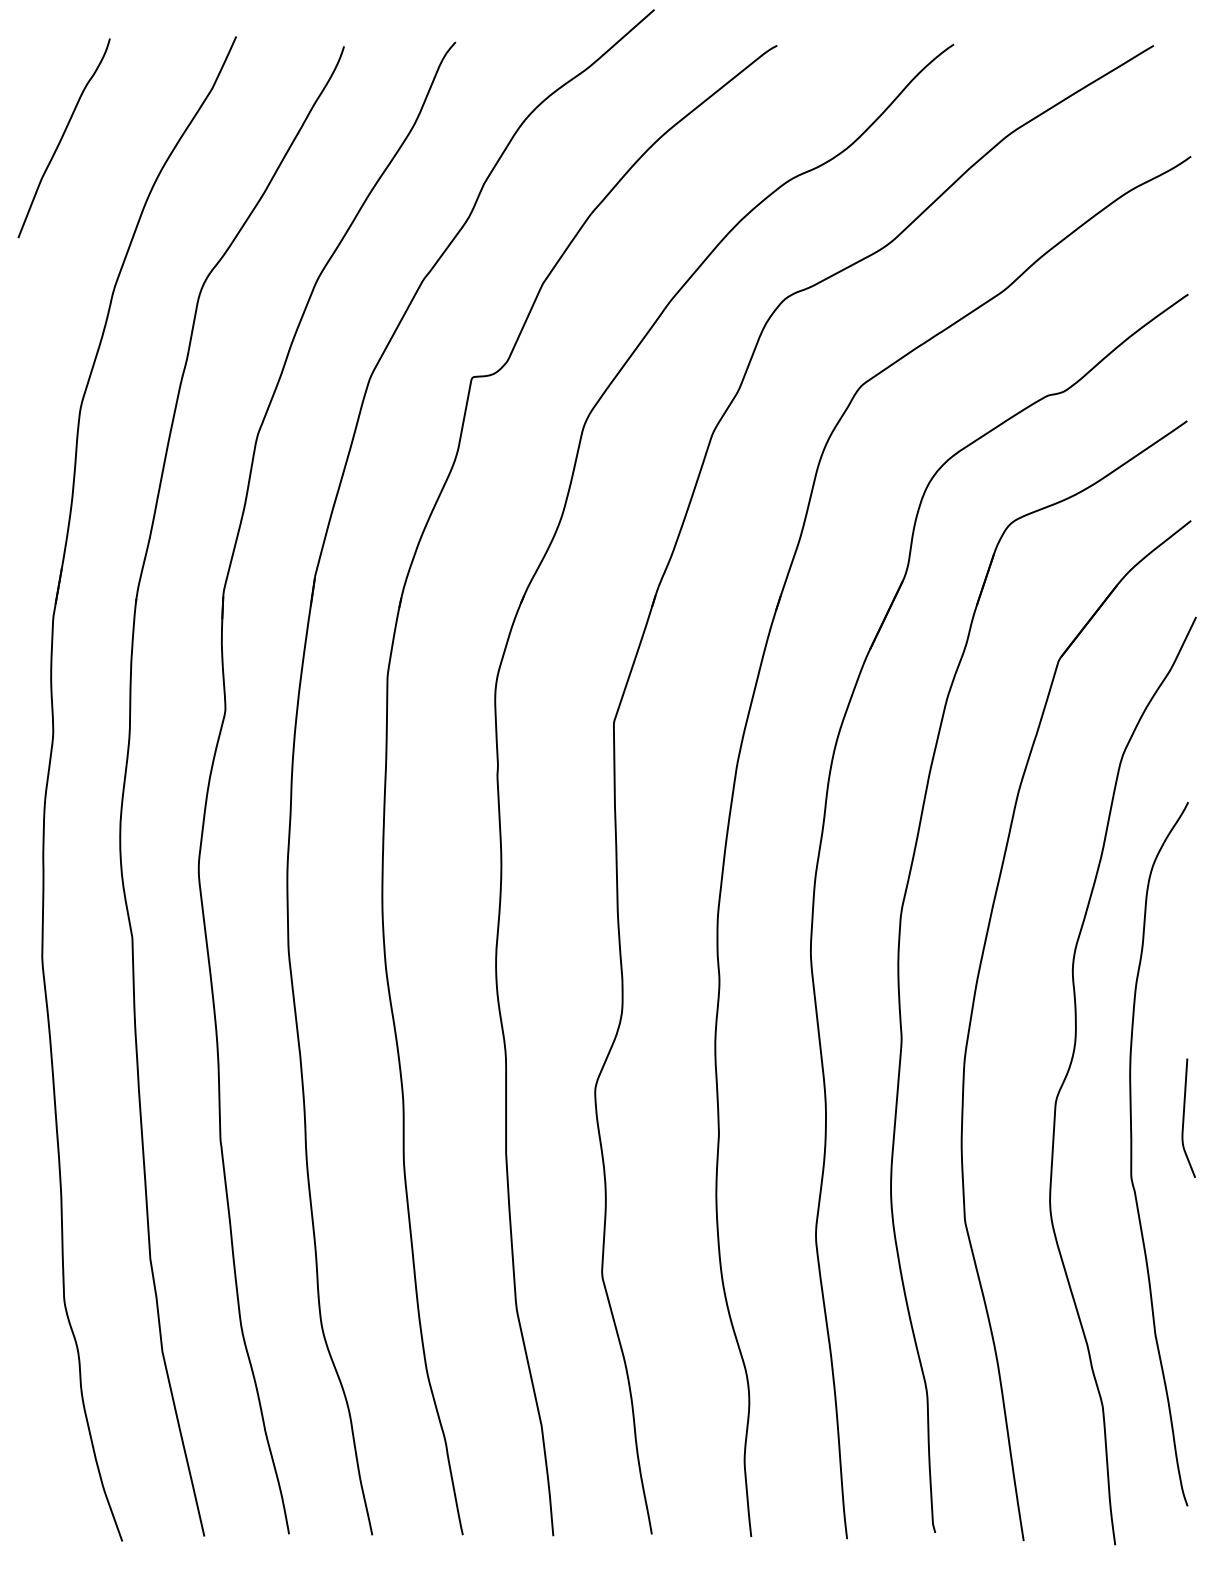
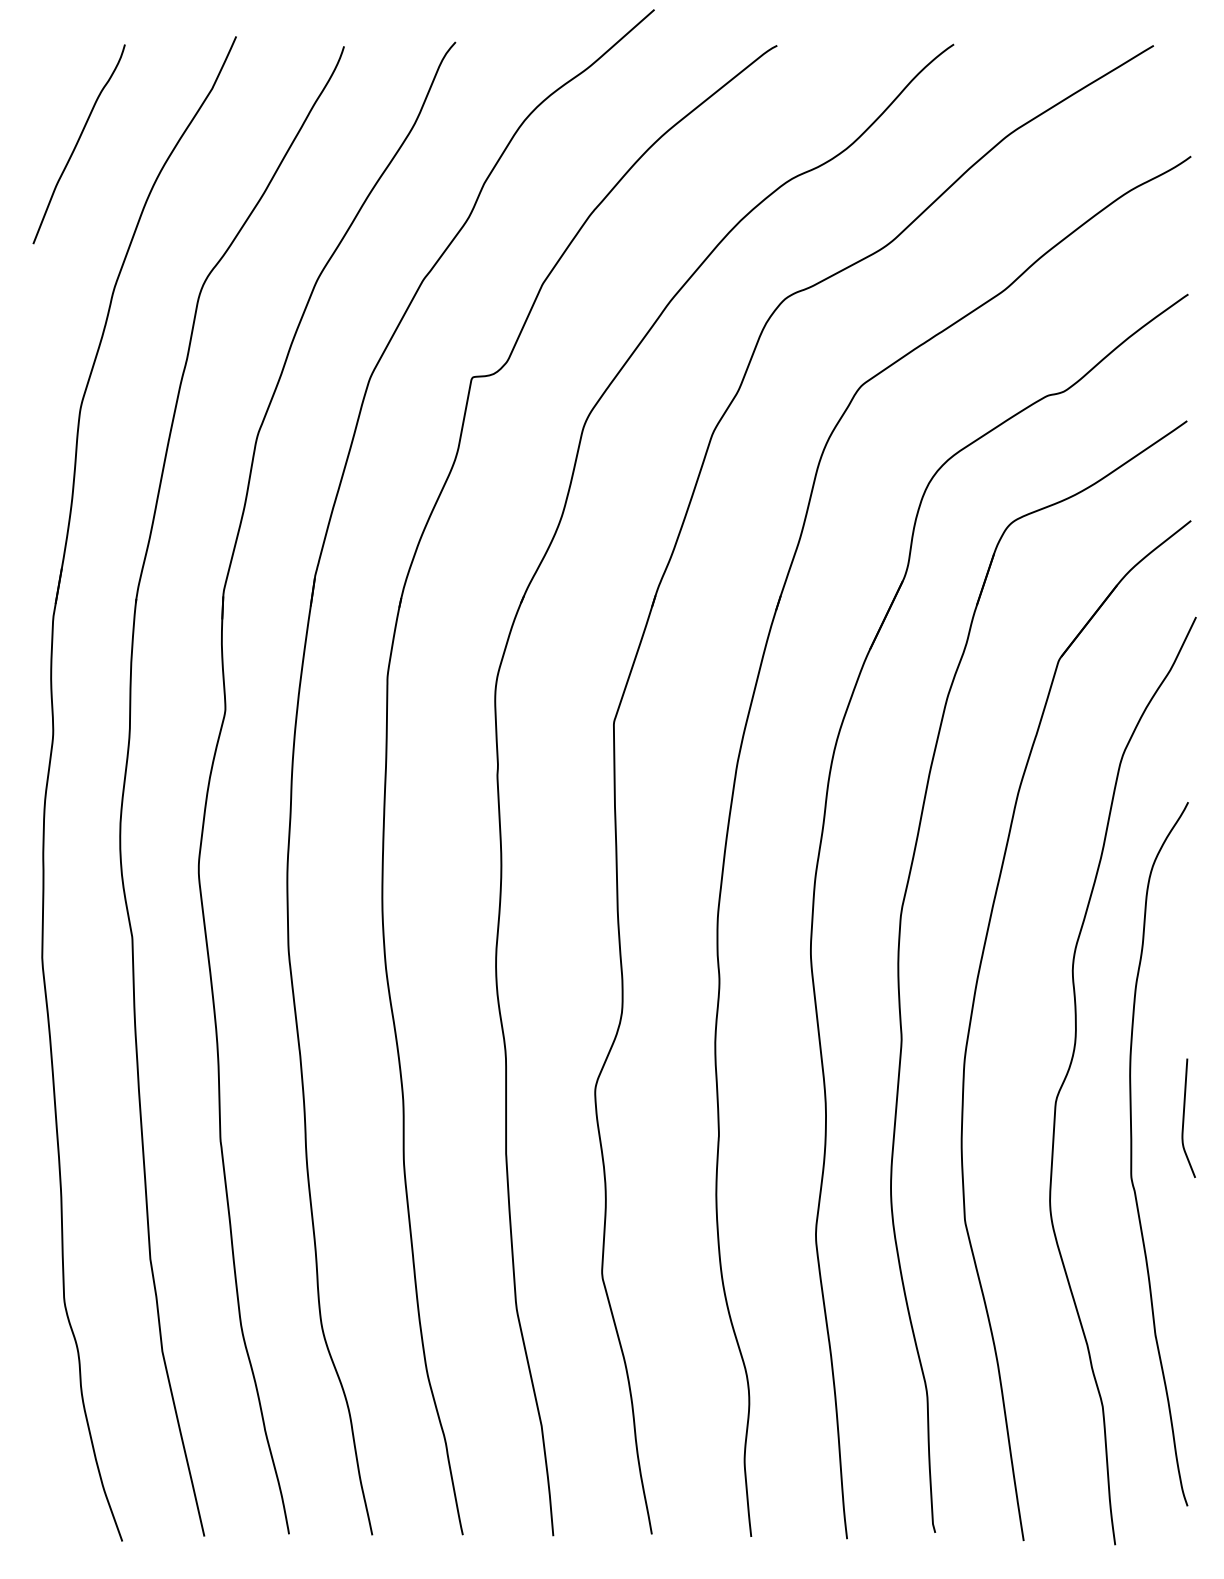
curve at (63, 137) position: (63, 137) -> (78, 143)
